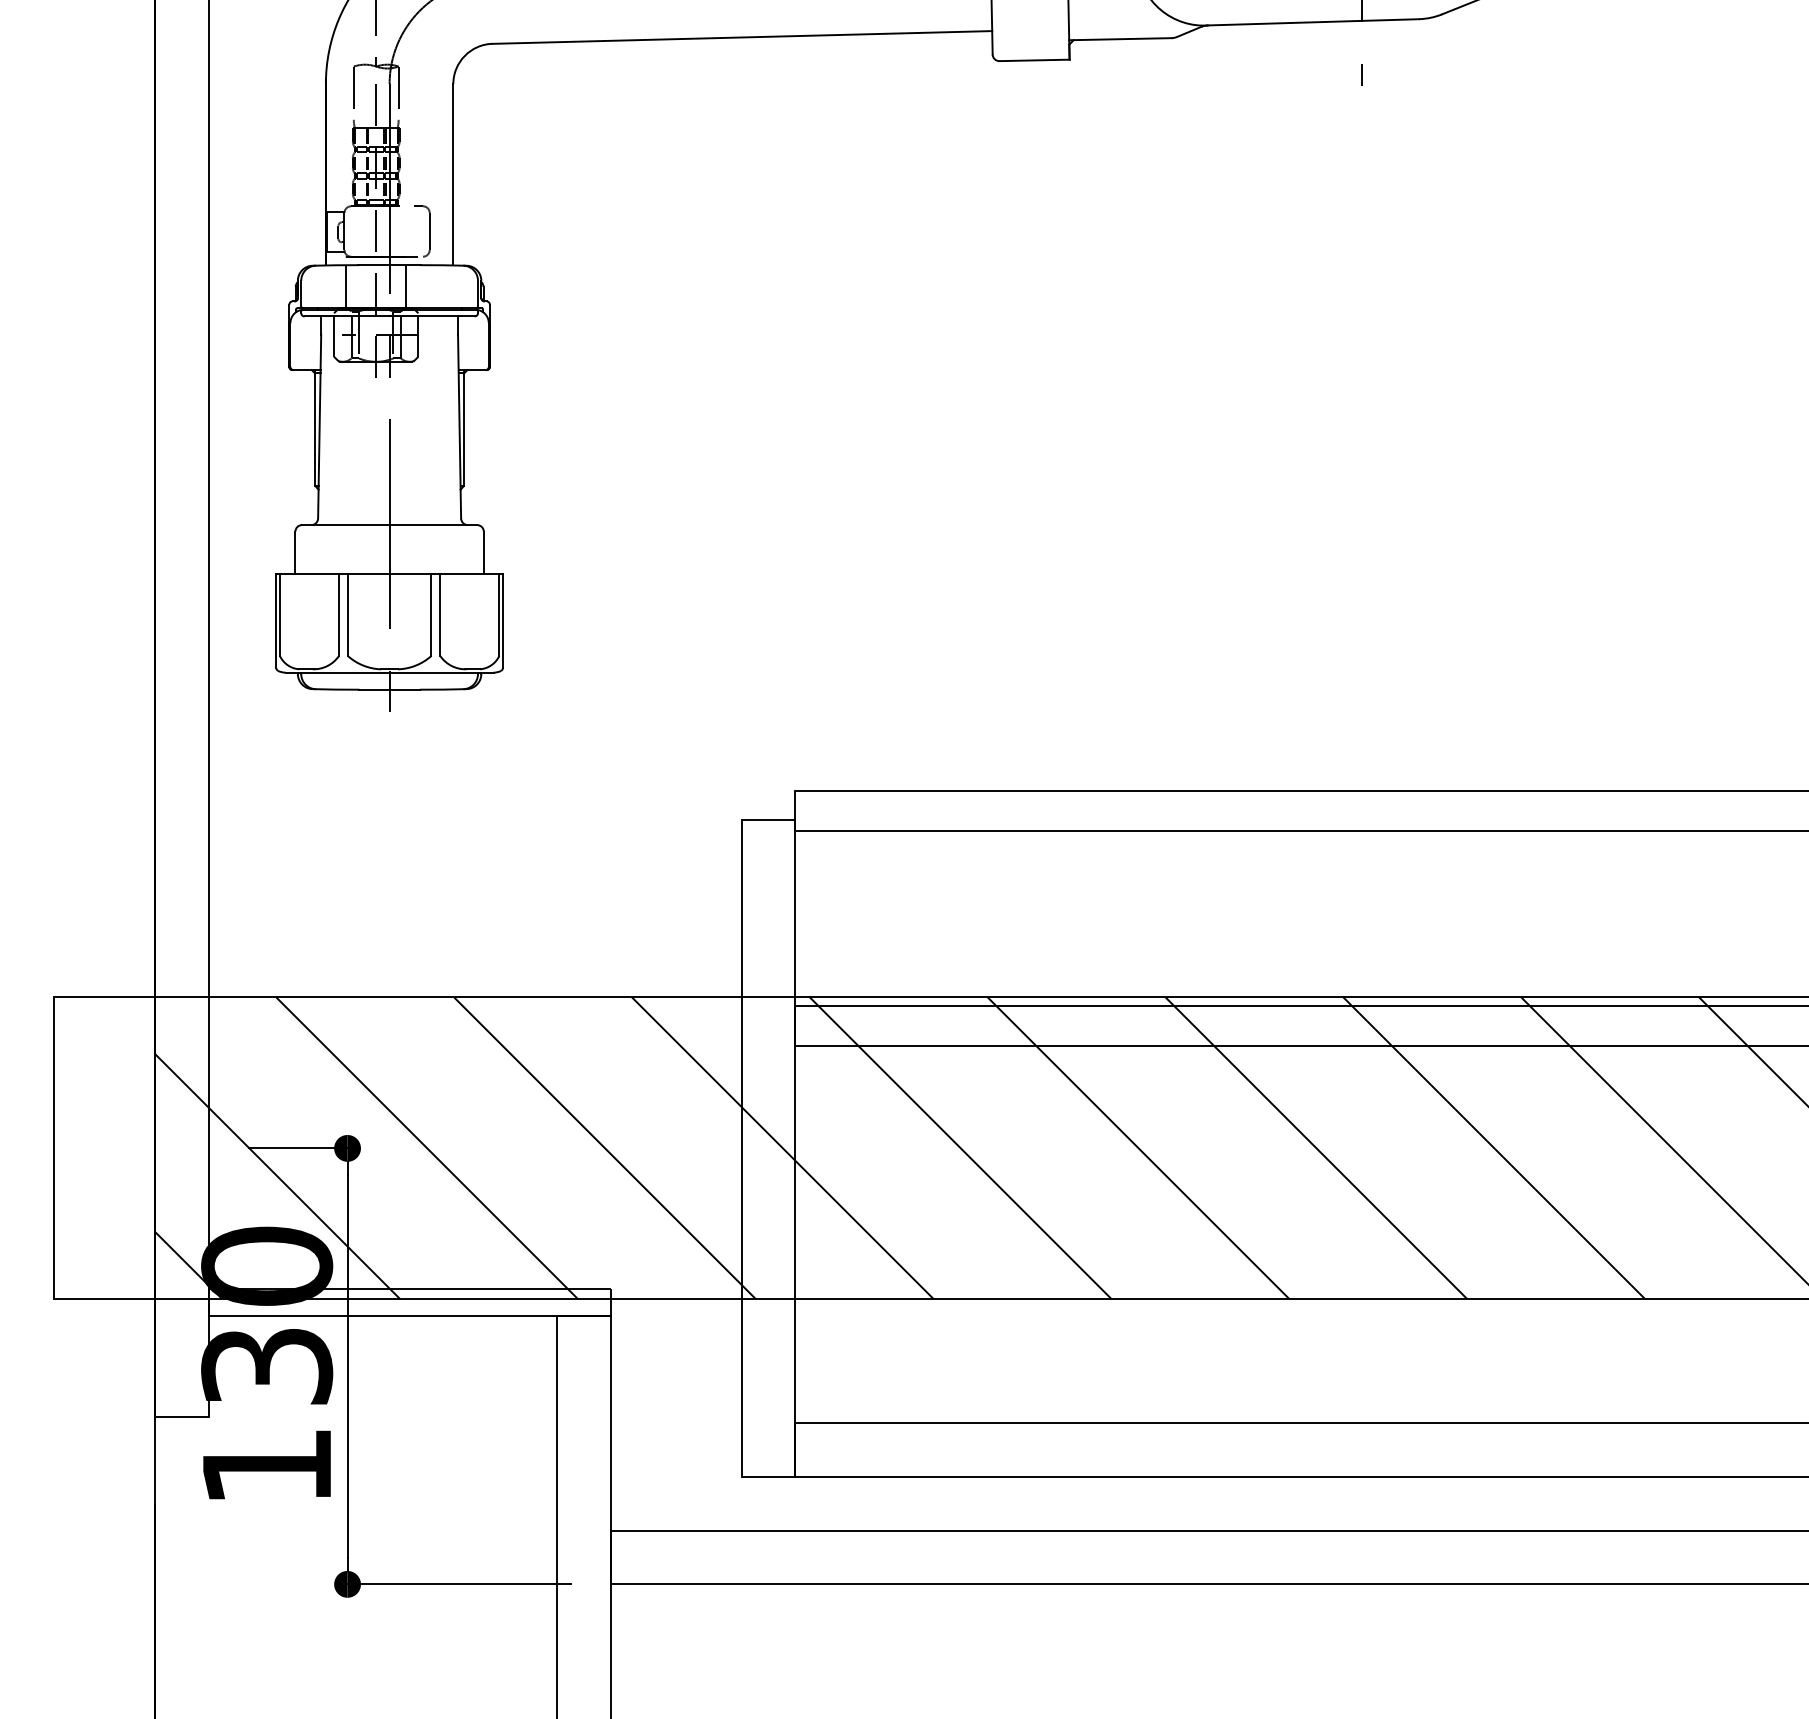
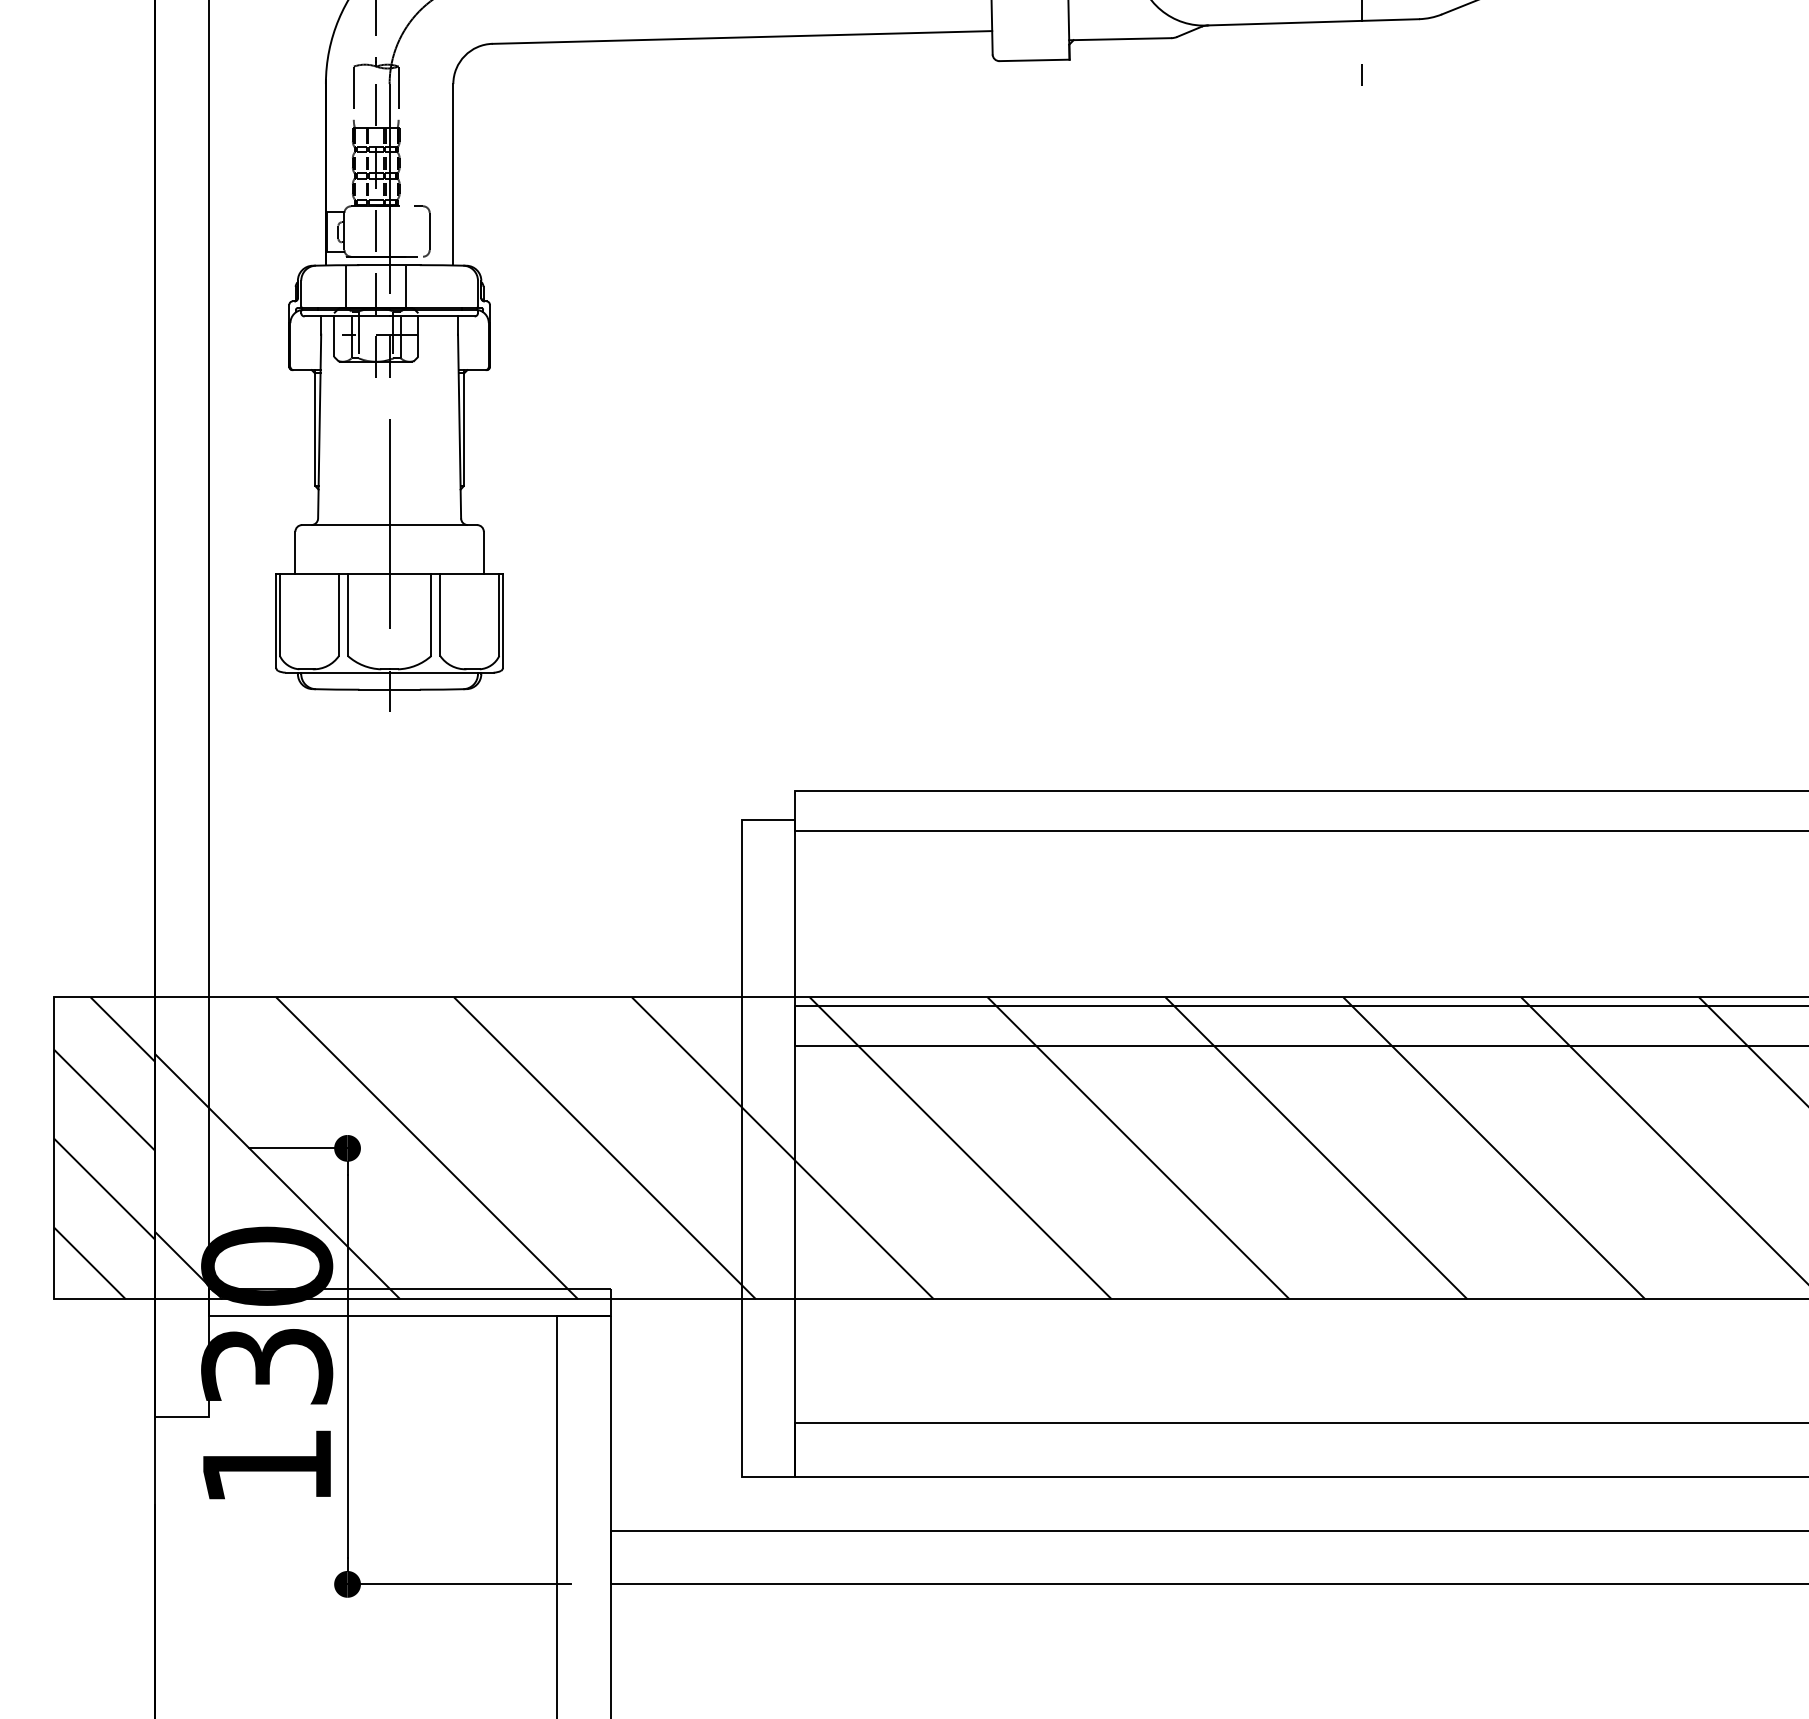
hatch at (104, 1148): none -> present
